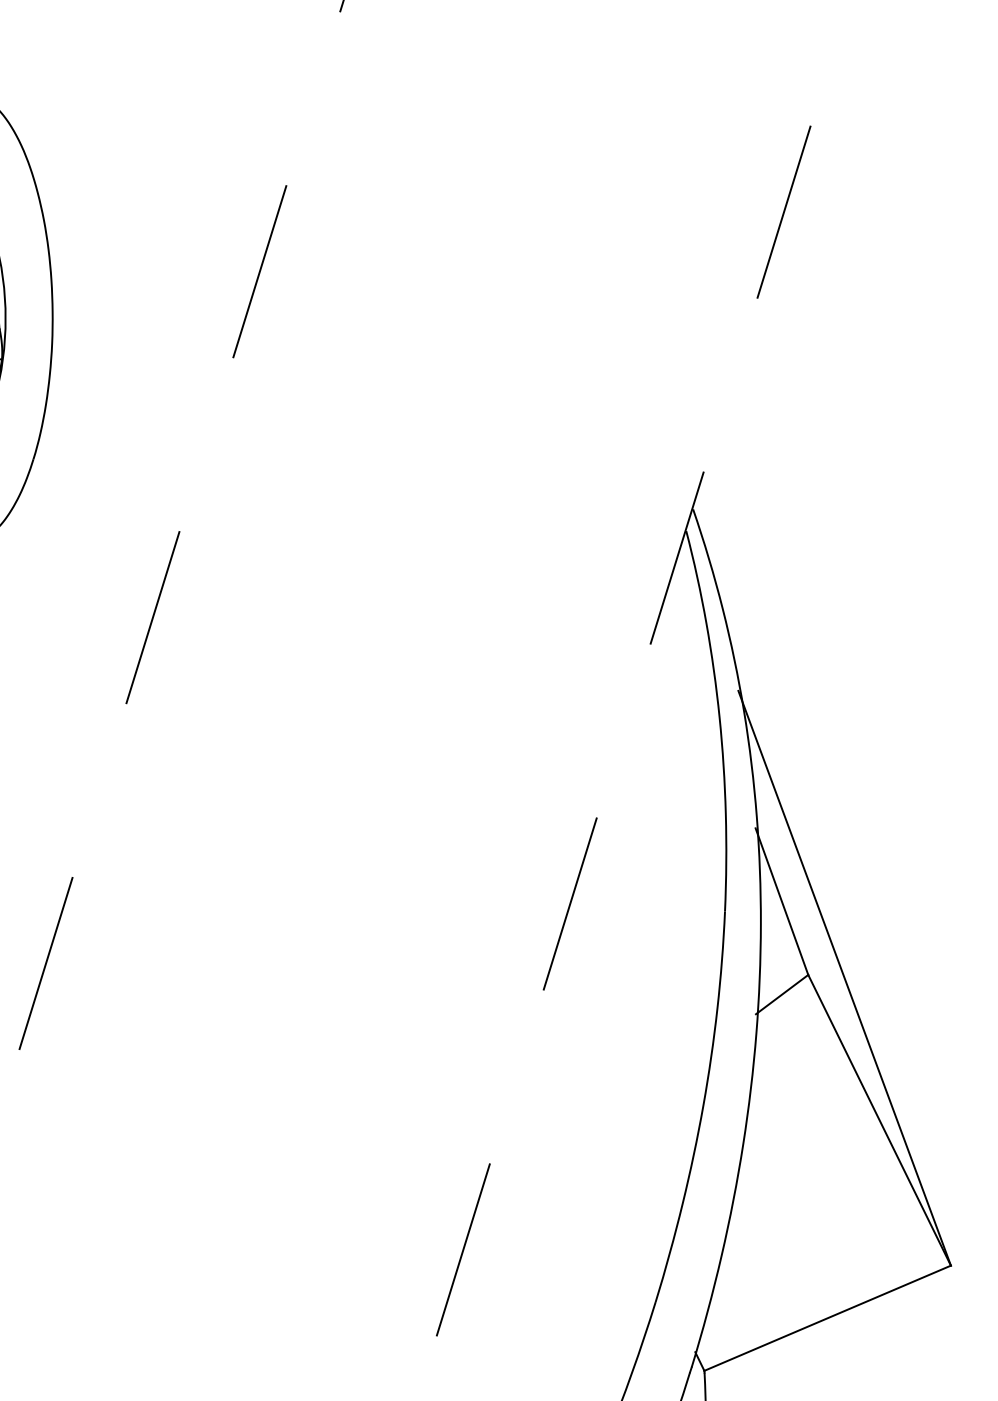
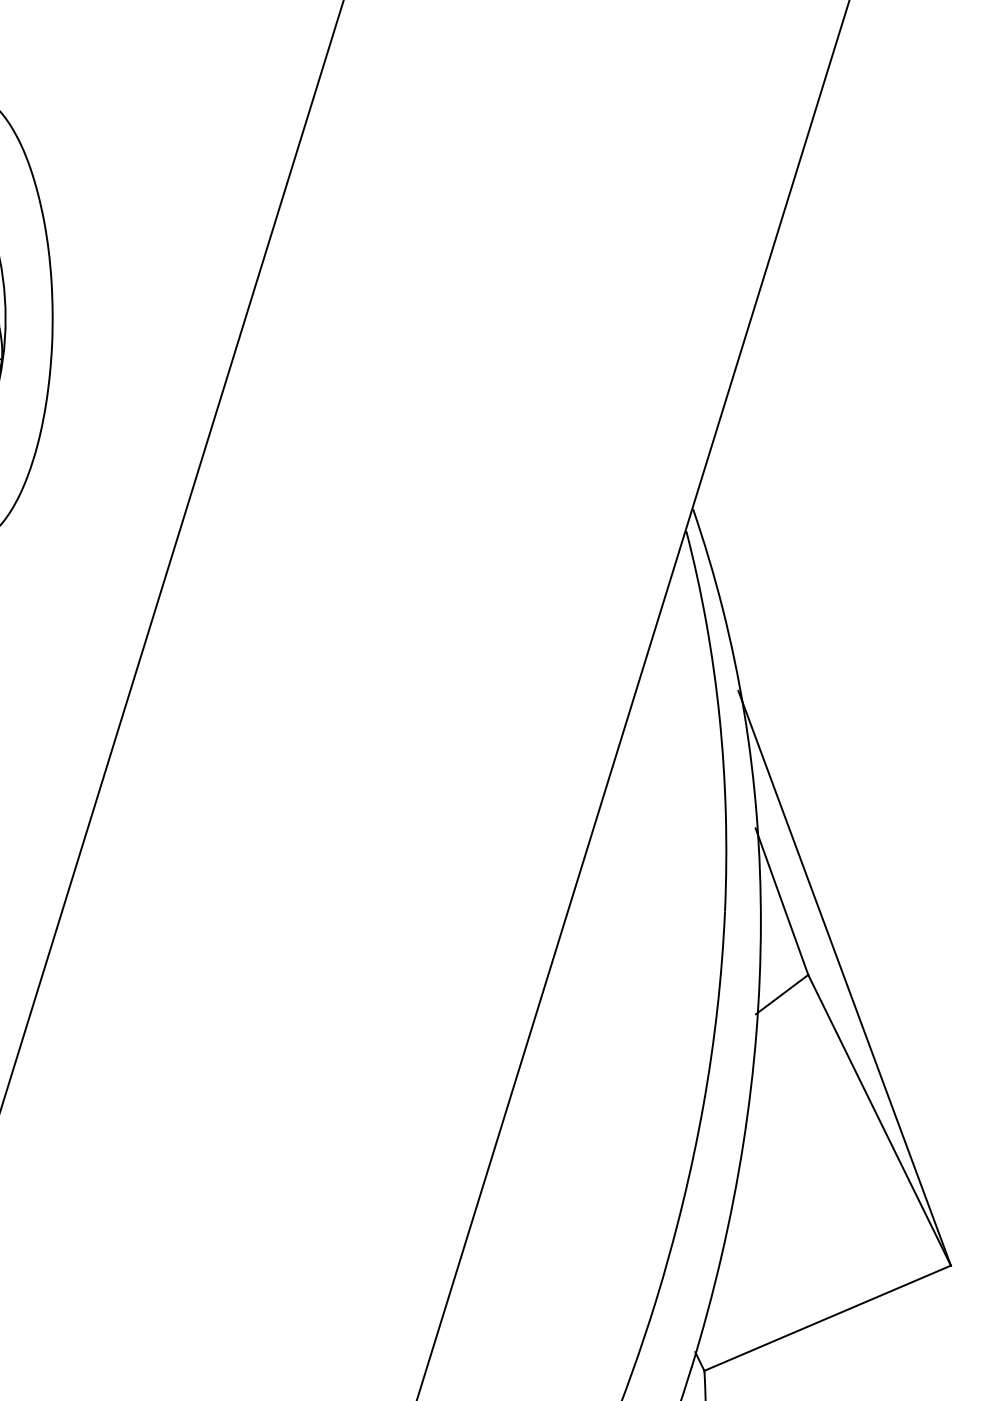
line at (171, 556): dashed -> solid
line at (633, 700): dashed -> solid
